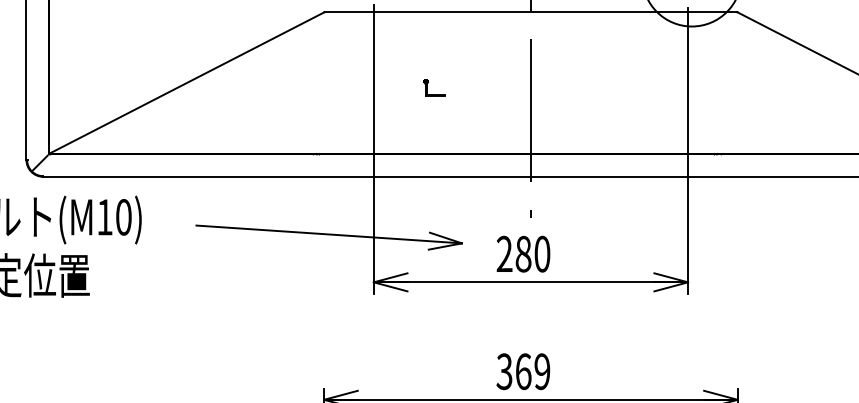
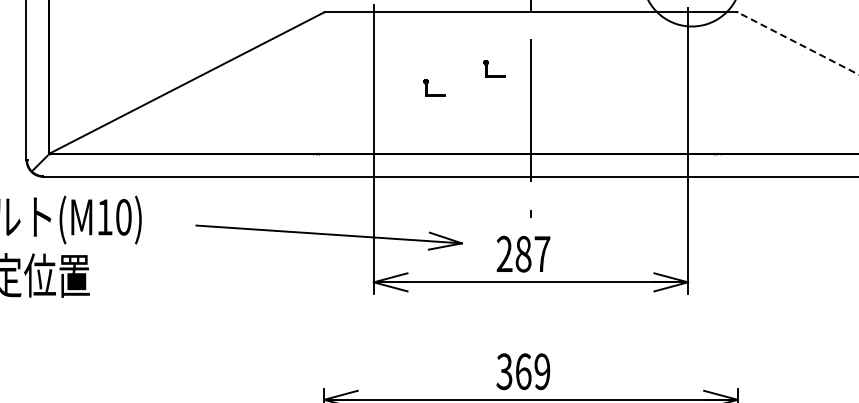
line at (797, 43): solid -> dashed
part at (487, 68): none -> present
text at (542, 253): 280 -> 287
